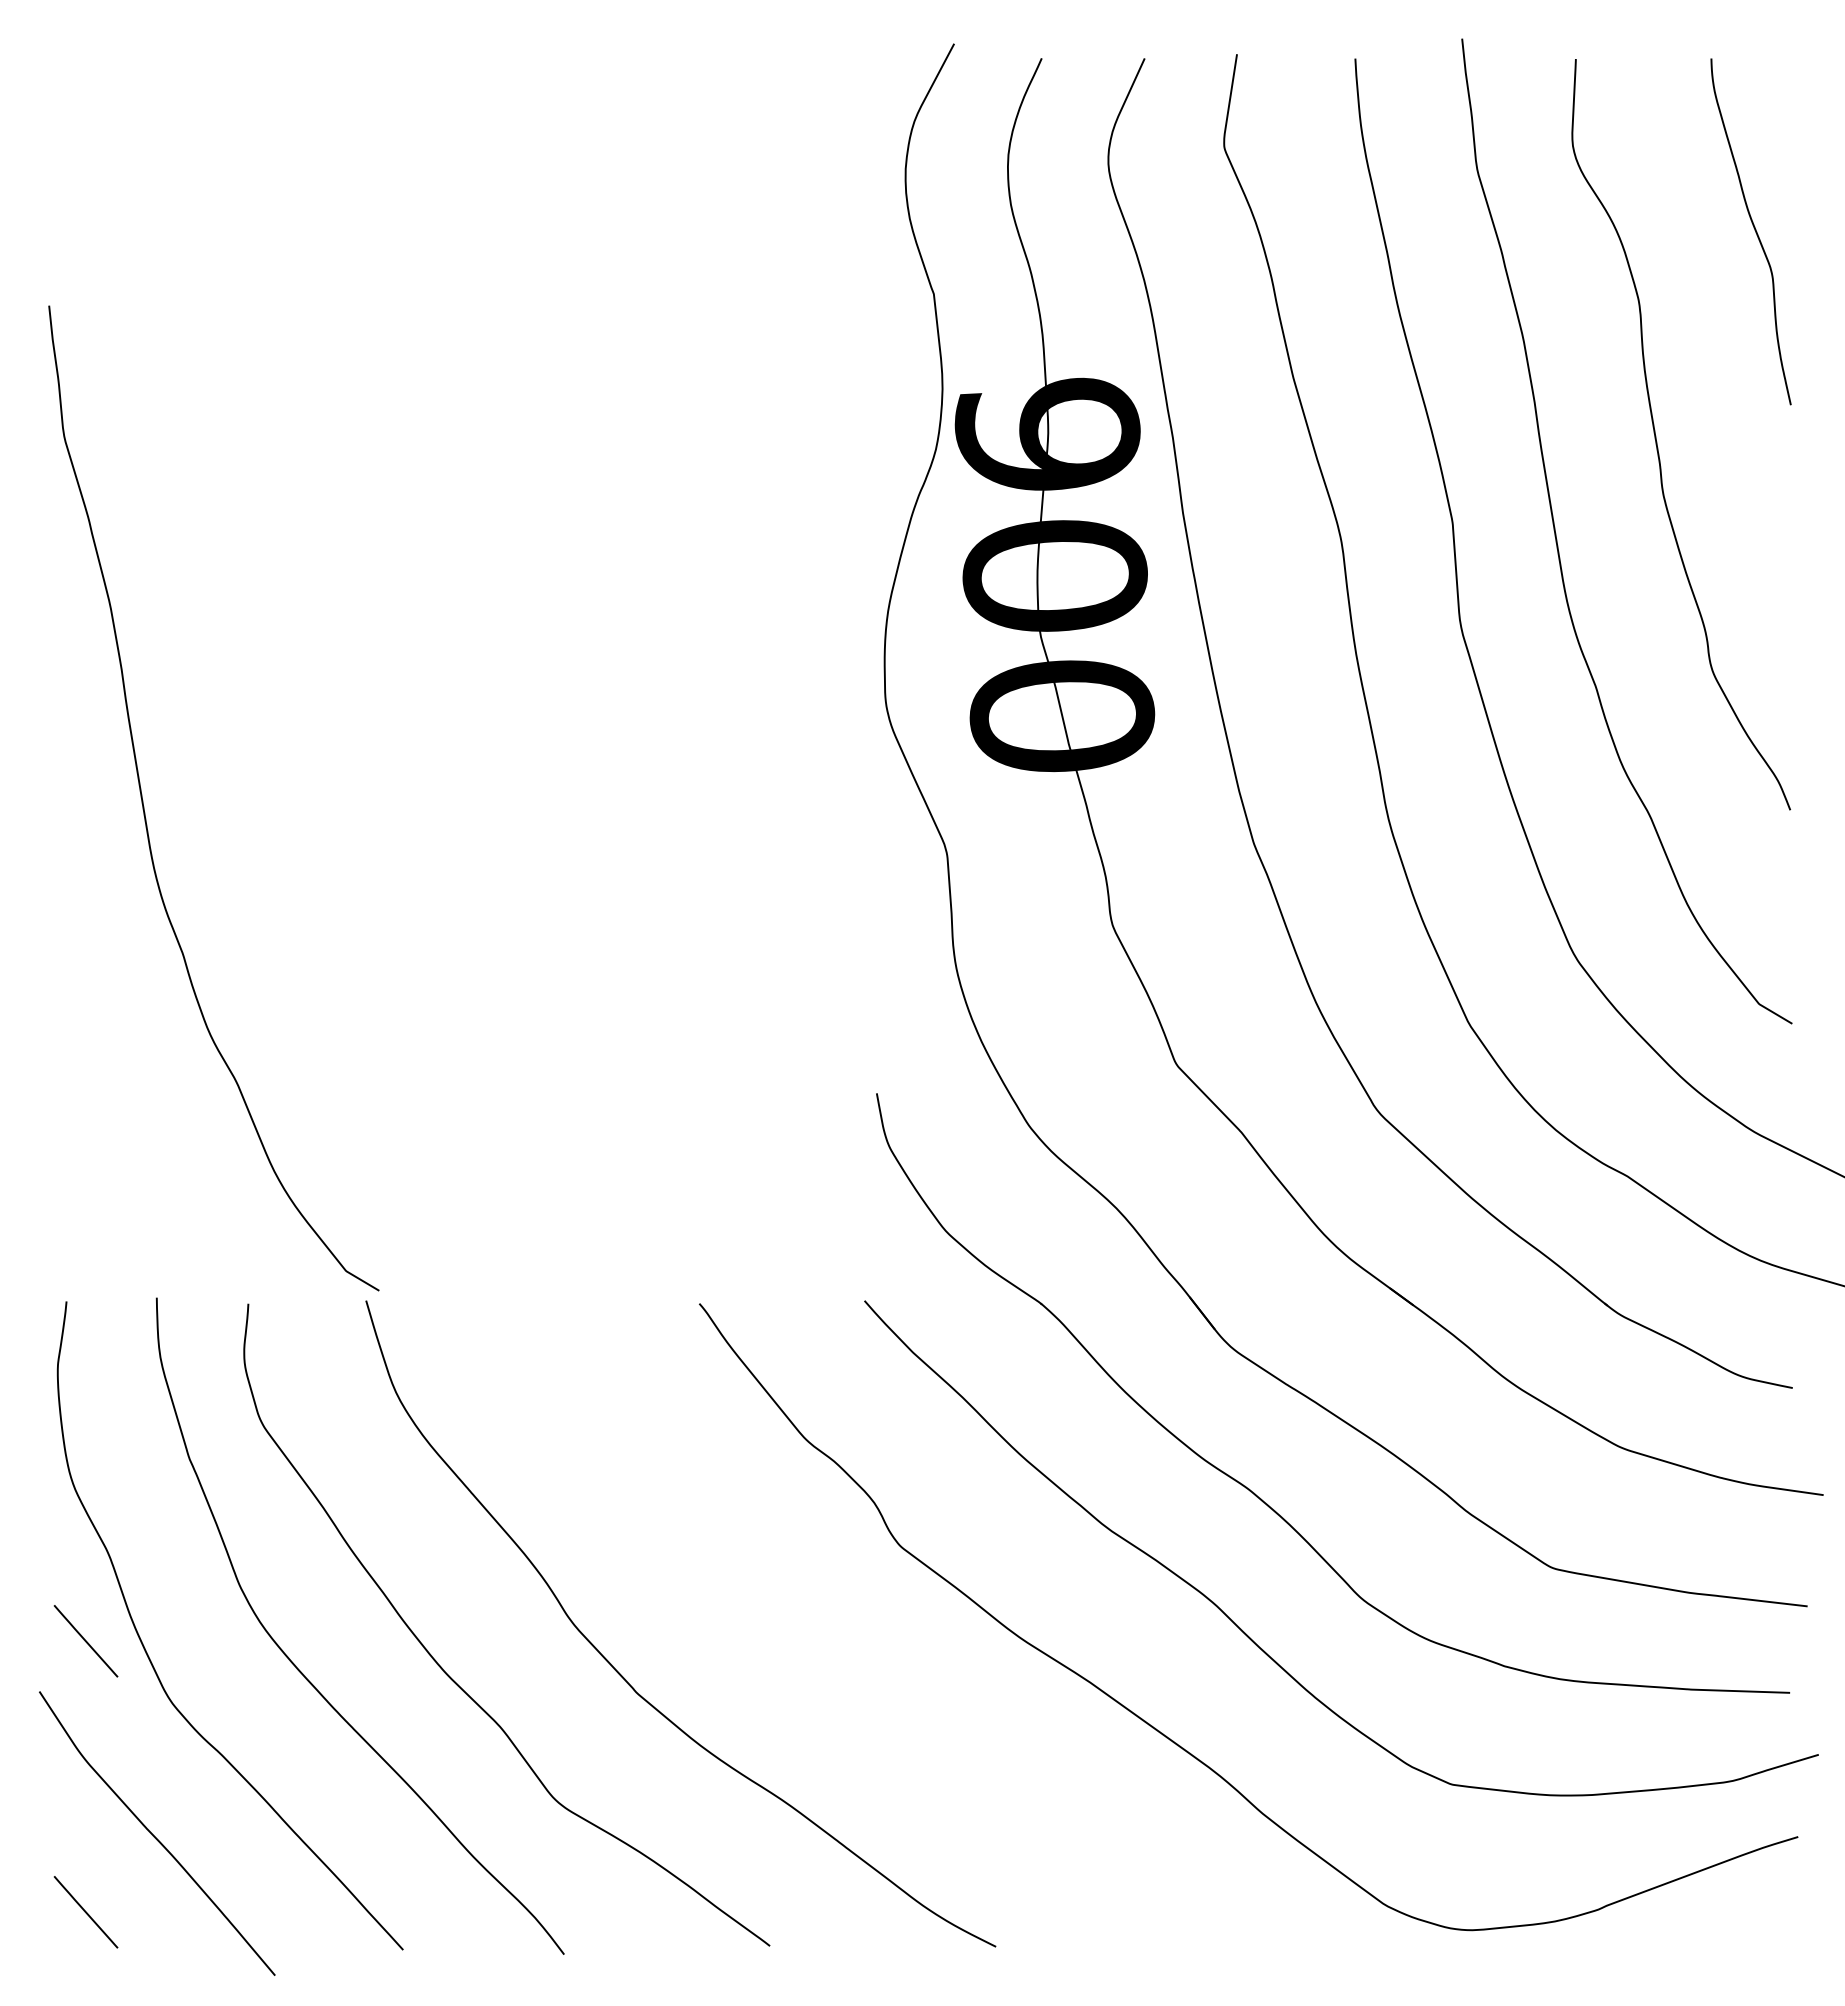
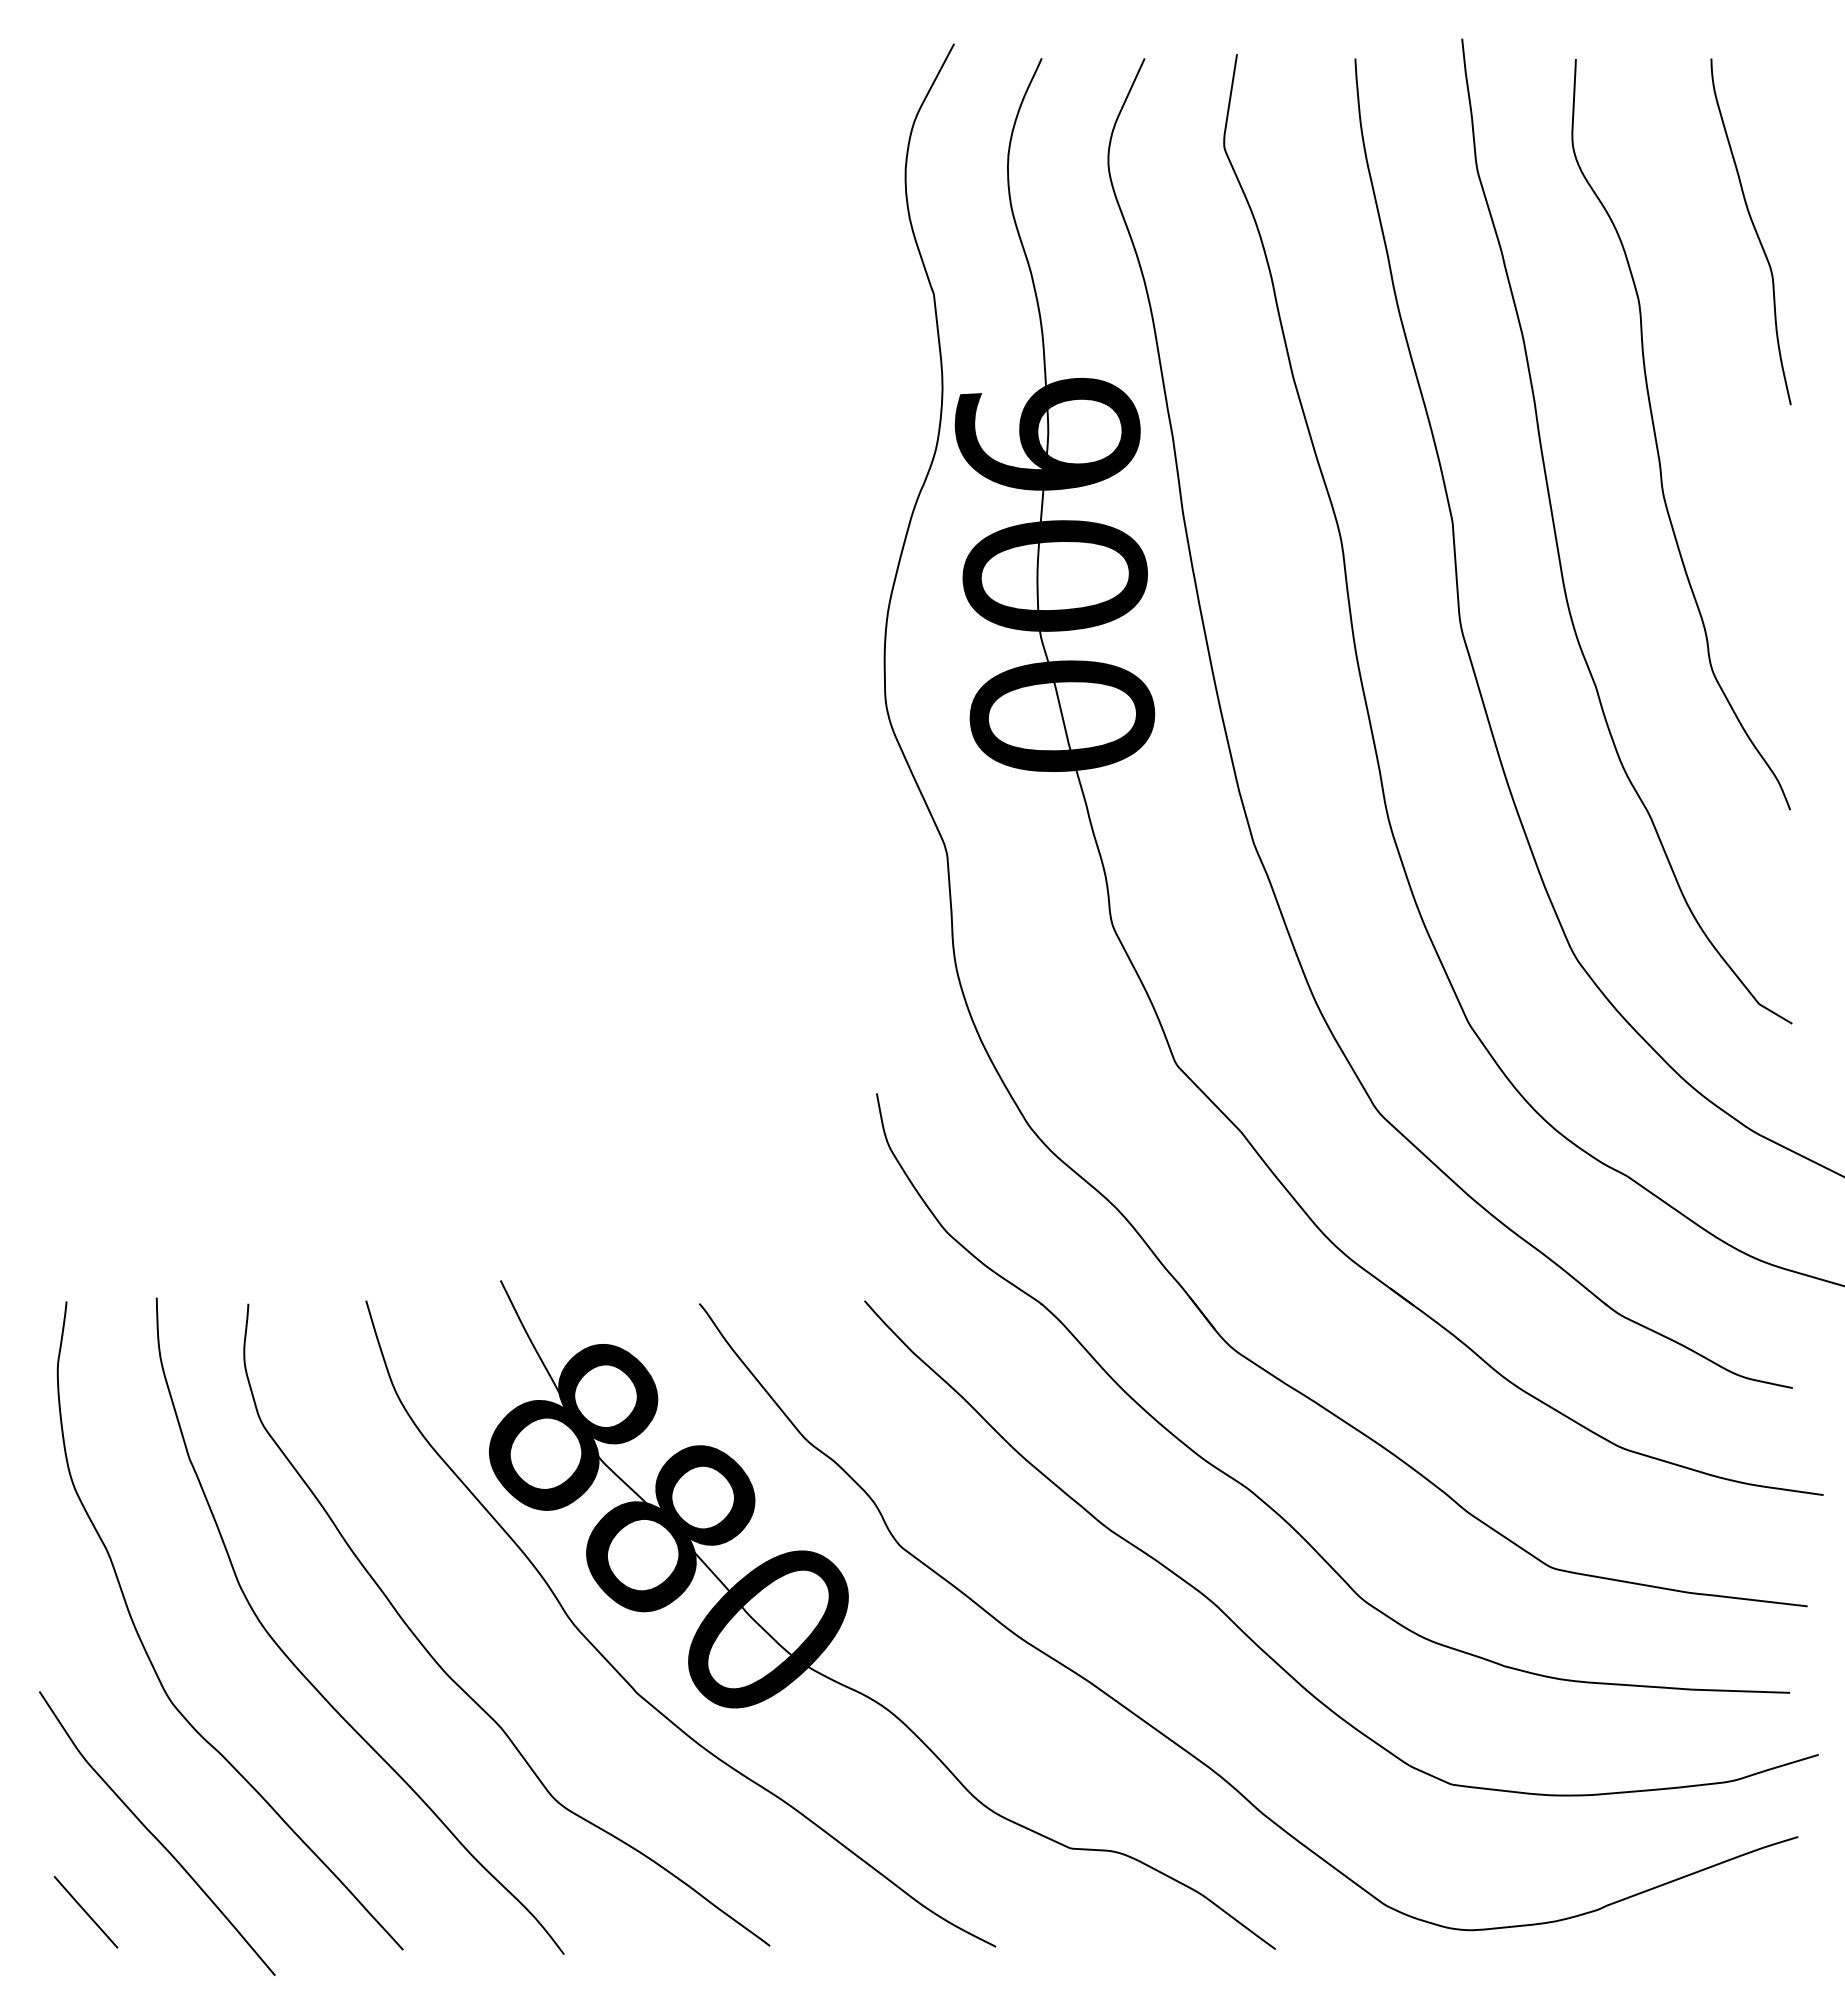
curve at (145, 812): present -> none
part at (848, 1605): none -> present
line at (85, 1641): present -> none
